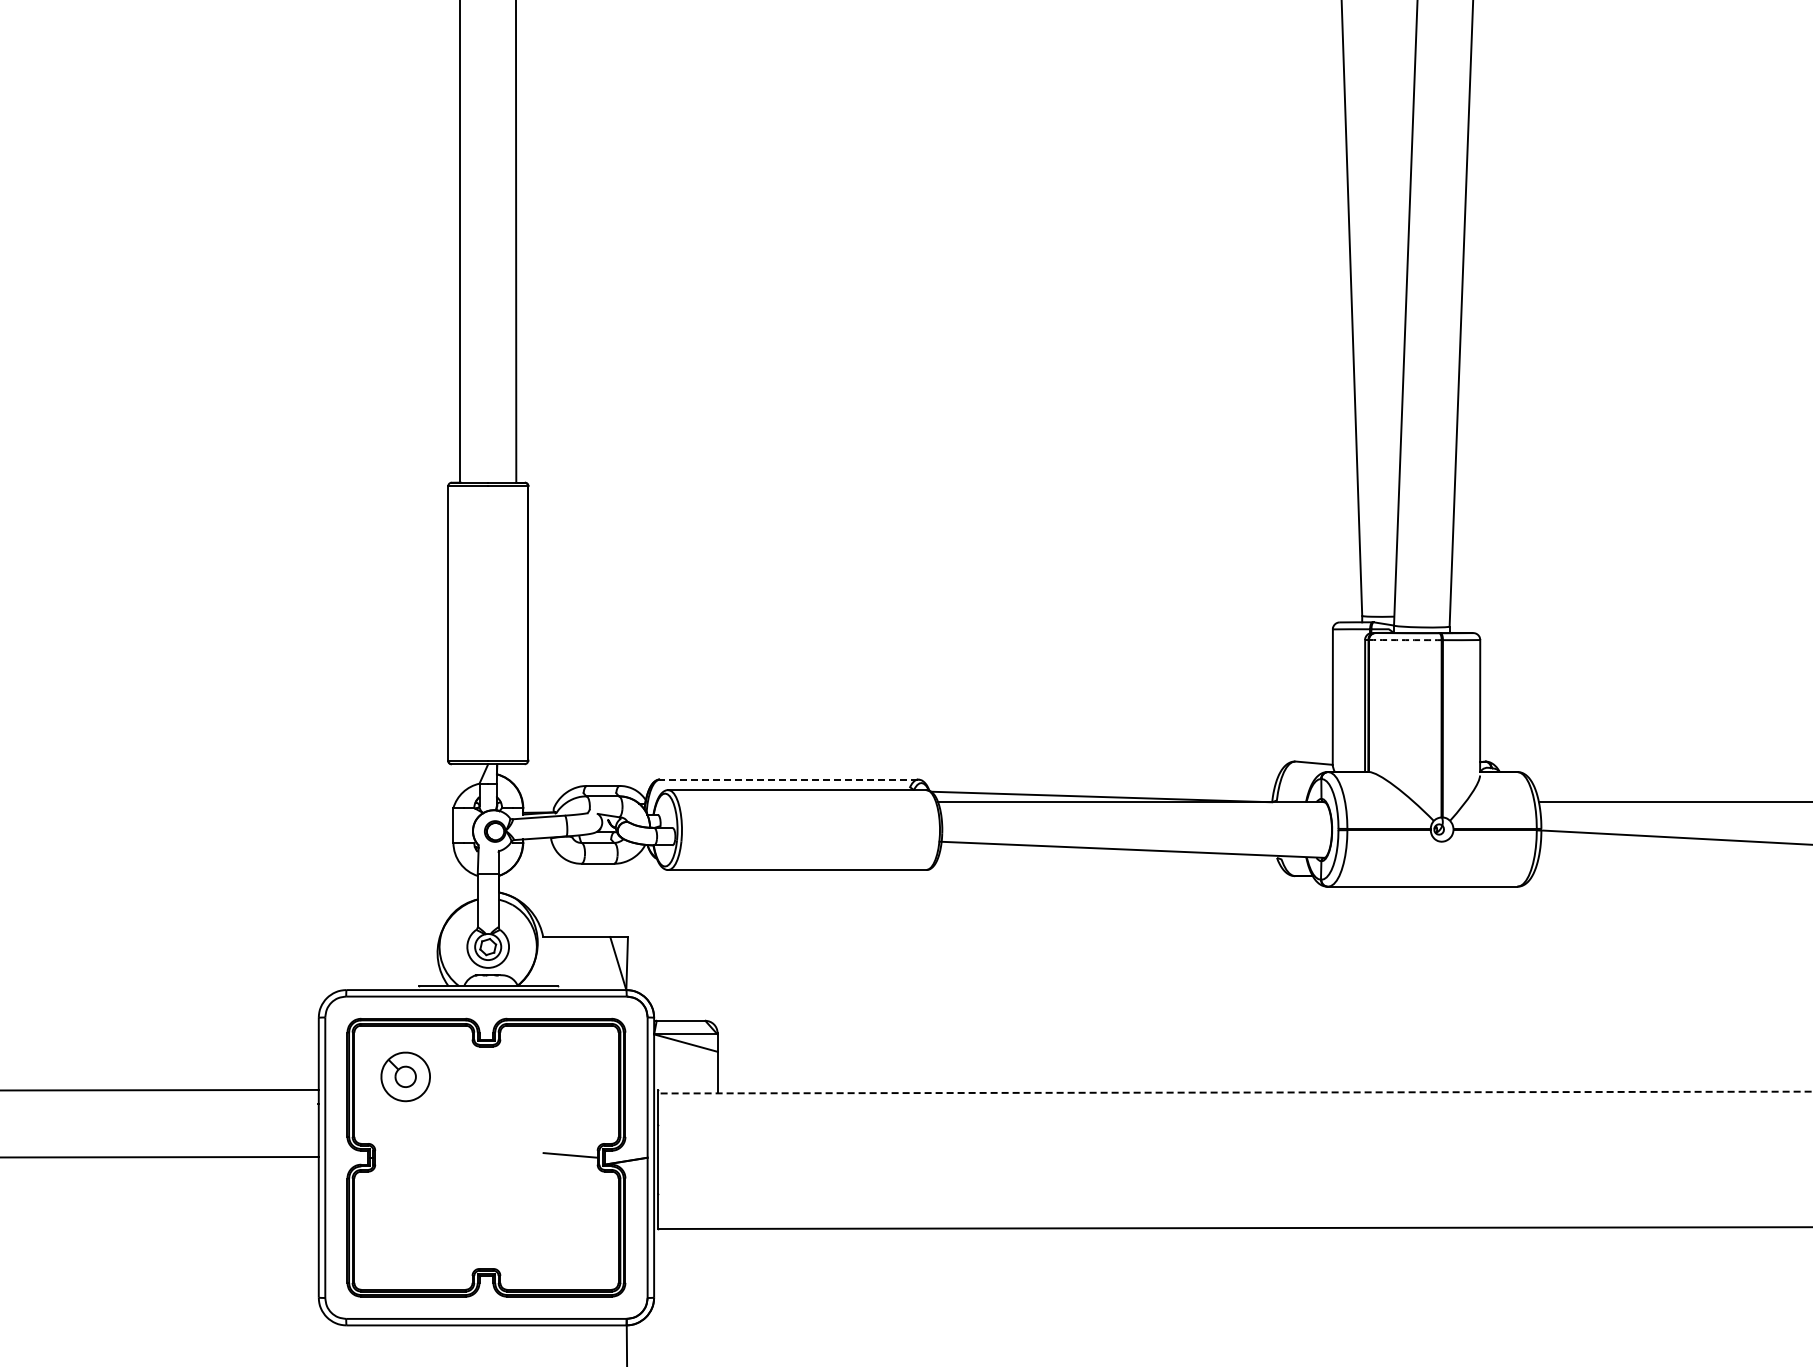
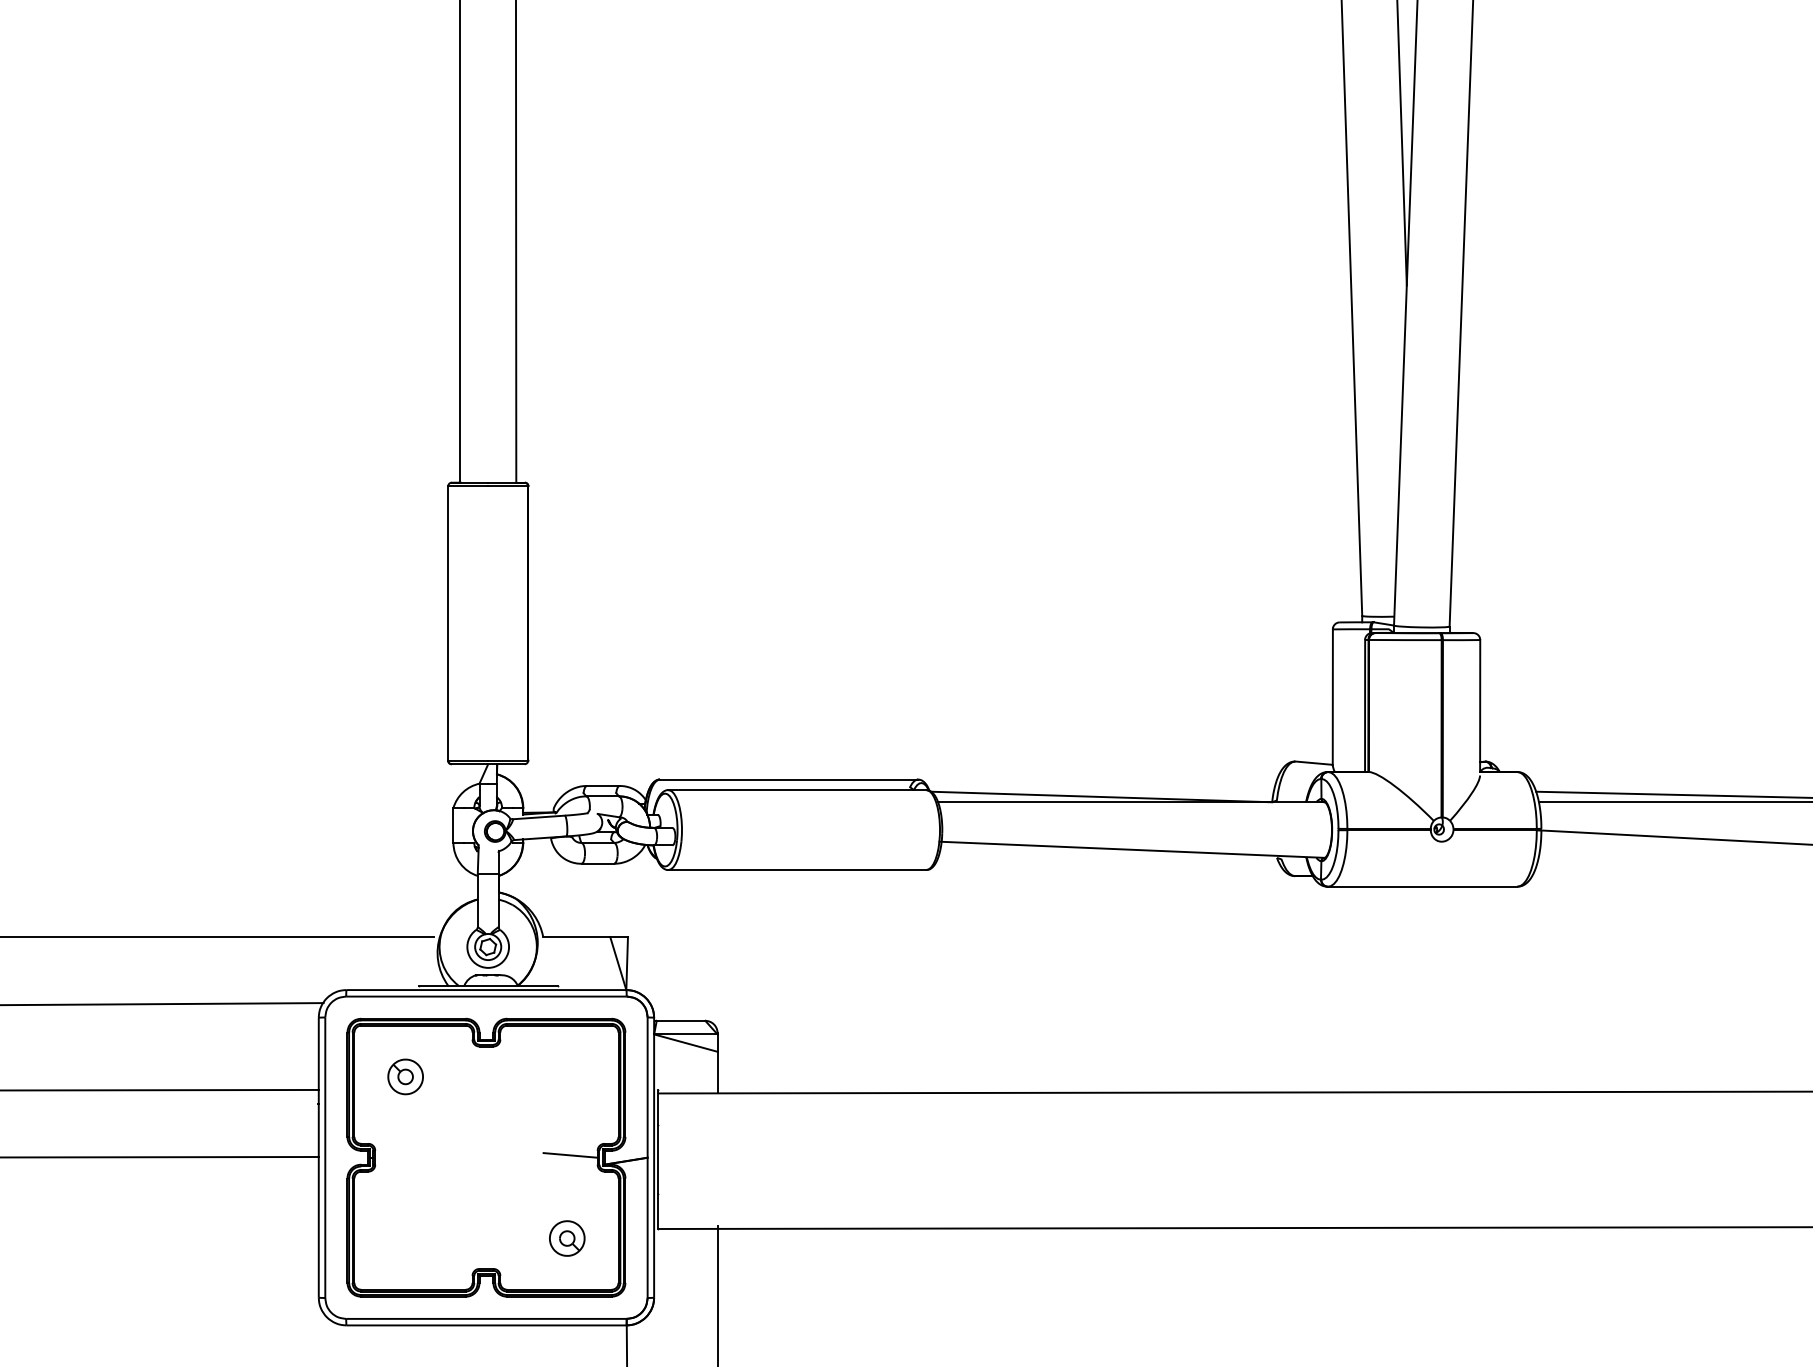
line at (1401, 143): none -> present
arc at (1405, 640): dashed -> solid
line at (789, 779): dashed -> solid
line at (1672, 794): none -> present
line at (217, 937): none -> present
line at (162, 1004): none -> present
part at (405, 1076) size: 51x52 px -> 37x38 px
line at (1235, 1092): dashed -> solid
part at (567, 1238): none -> present
line at (717, 1294): none -> present
